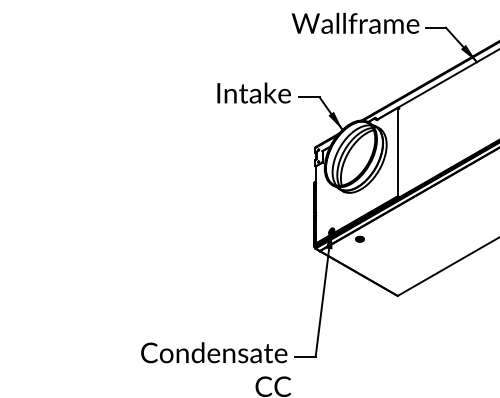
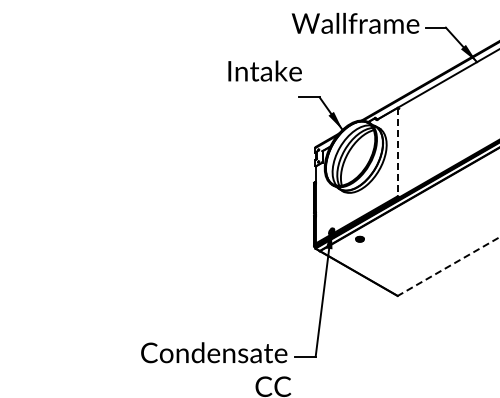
text at (253, 92) position: (253, 92) -> (264, 70)
line at (397, 152): solid -> dashed
line at (448, 266): solid -> dashed
